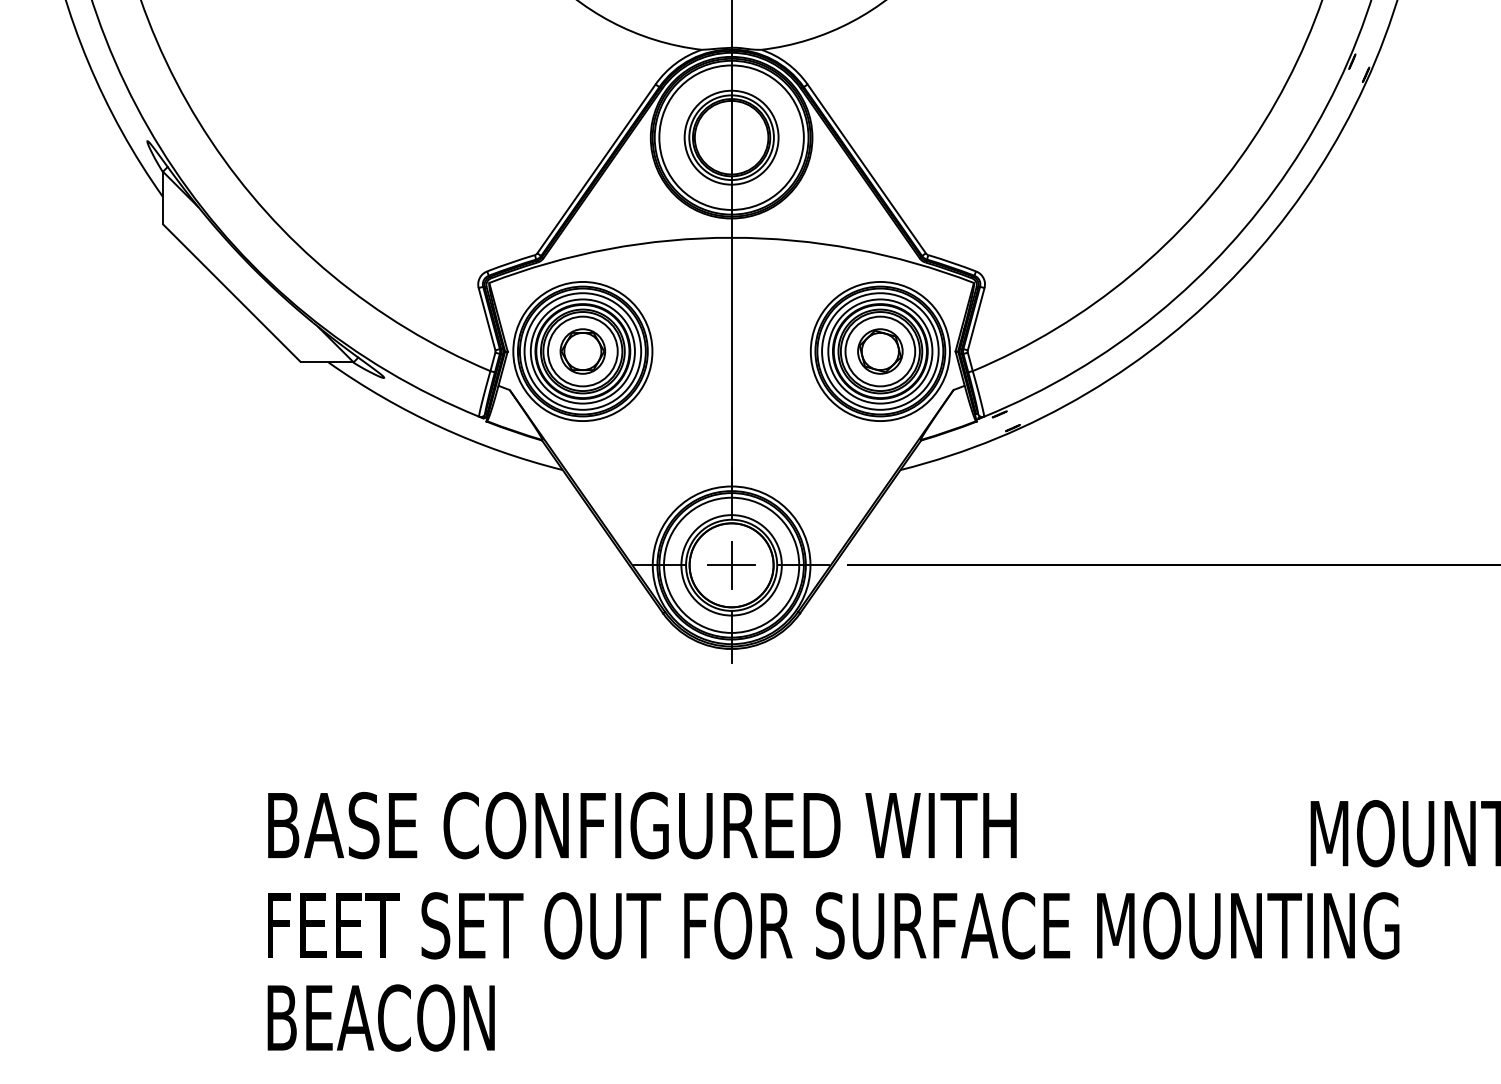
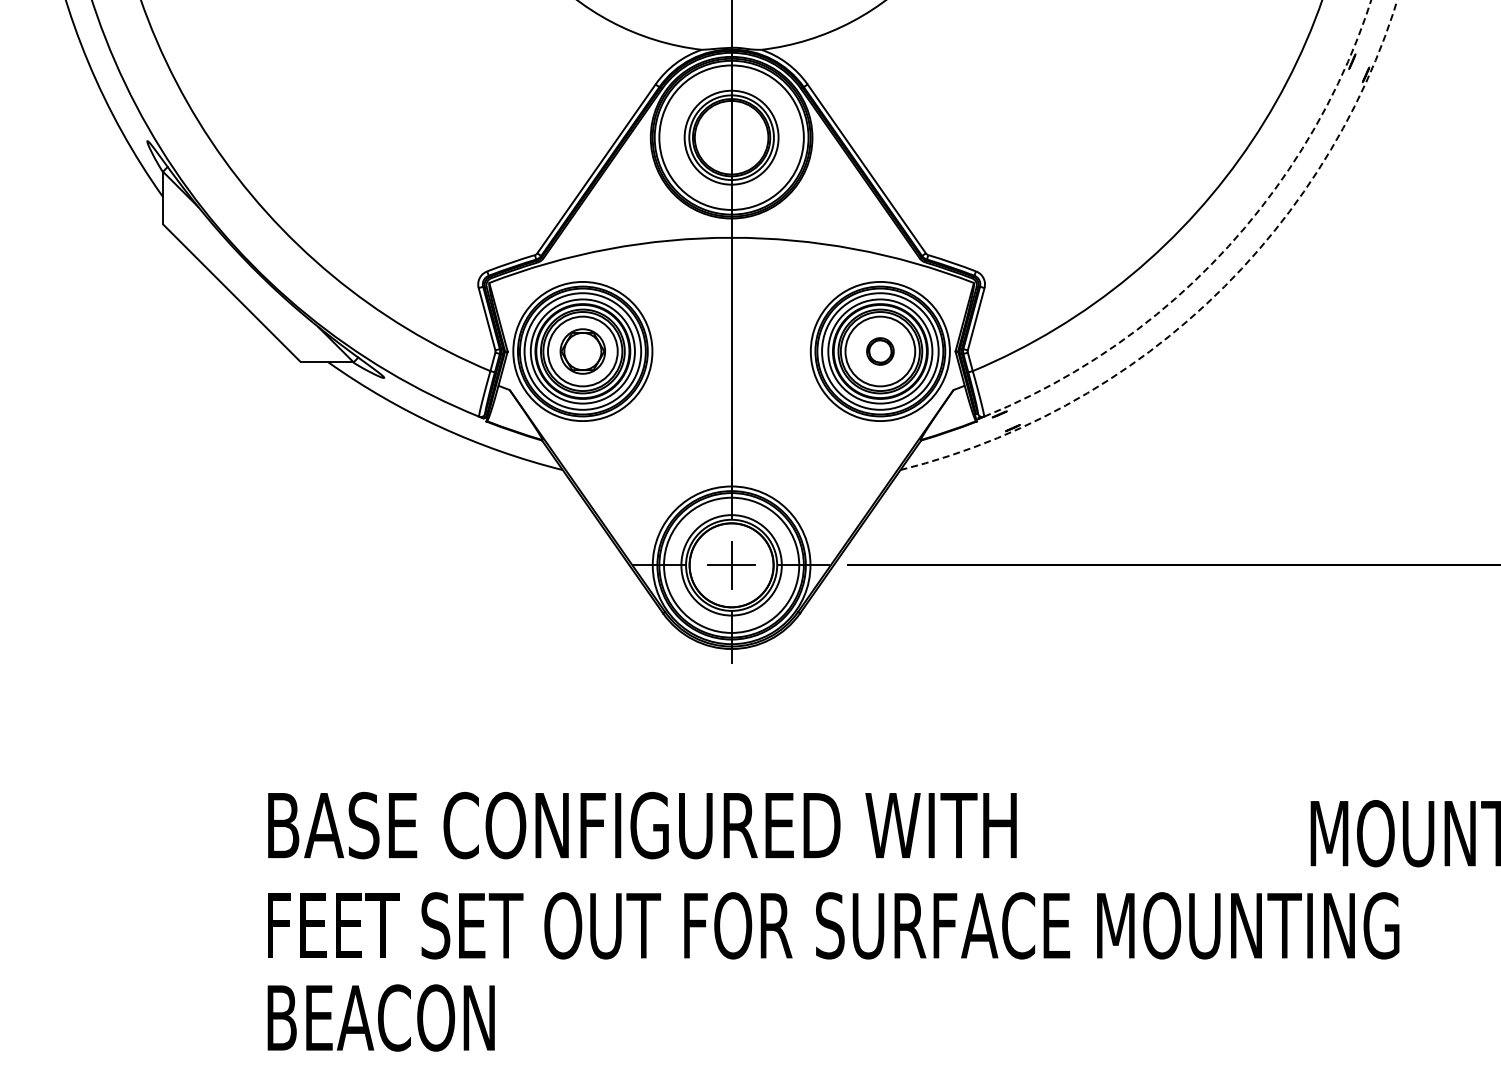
arc at (1224, 250): solid -> dashed
arc at (1210, 300): solid -> dashed
part at (880, 351) size: 47x47 px -> 29x29 px
